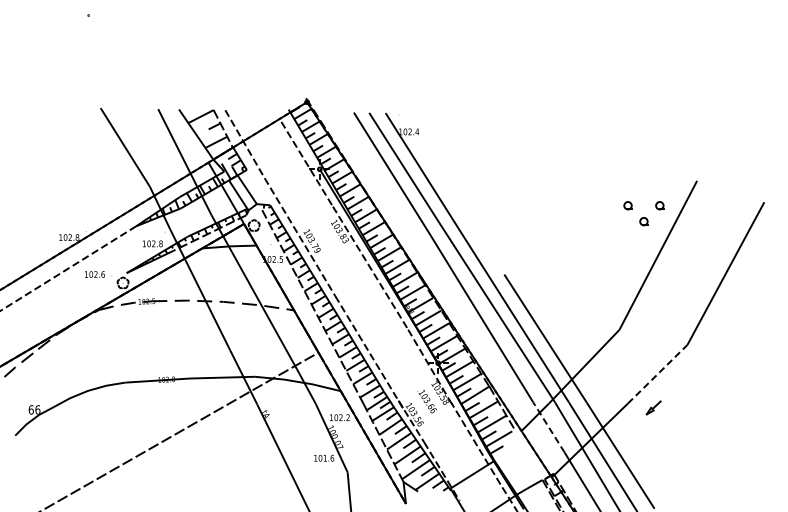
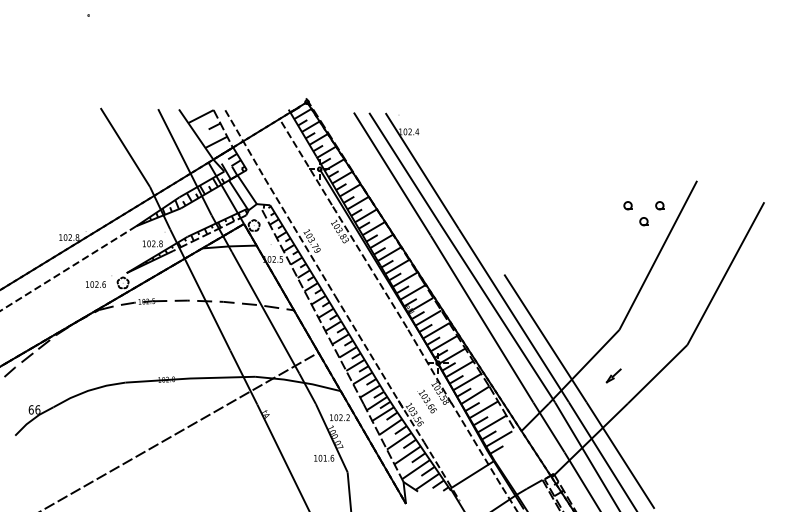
text at (94, 274) position: (94, 274) -> (95, 284)
line at (657, 374): dashed -> solid
part at (653, 407) position: (653, 407) -> (613, 375)
line at (548, 427): dashed -> solid
